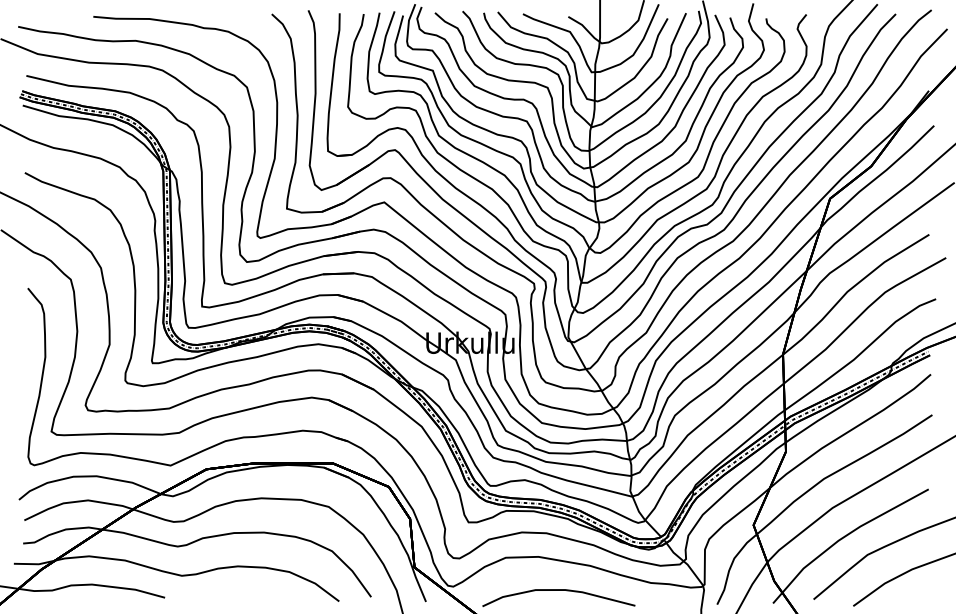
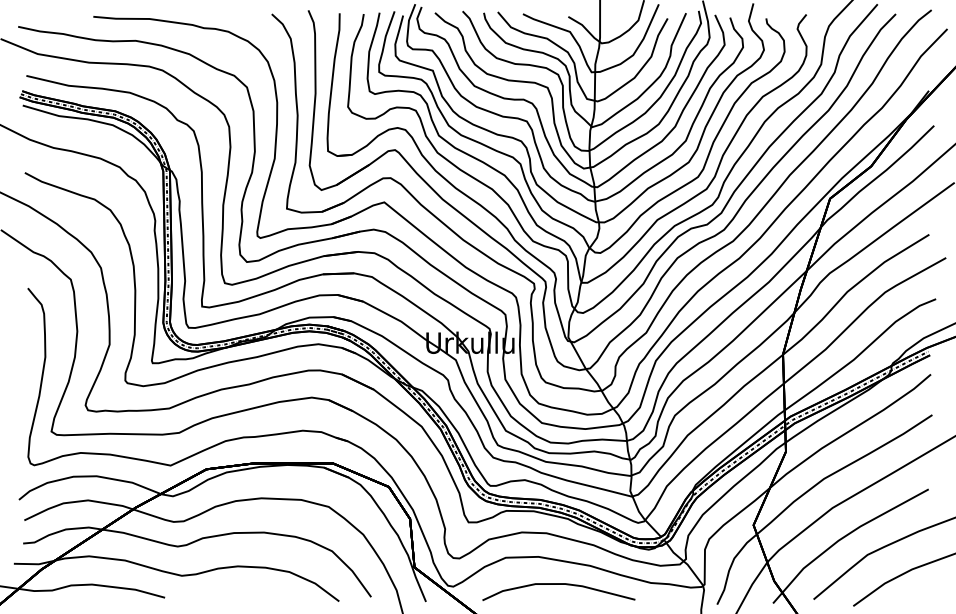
curve at (558, 590) position: (558, 590) -> (558, 584)
